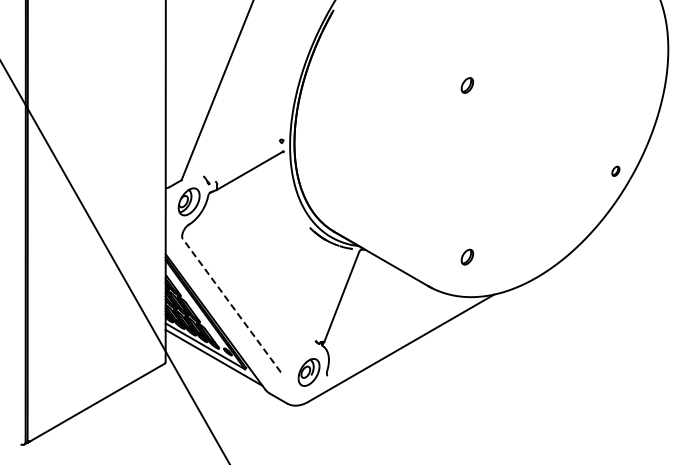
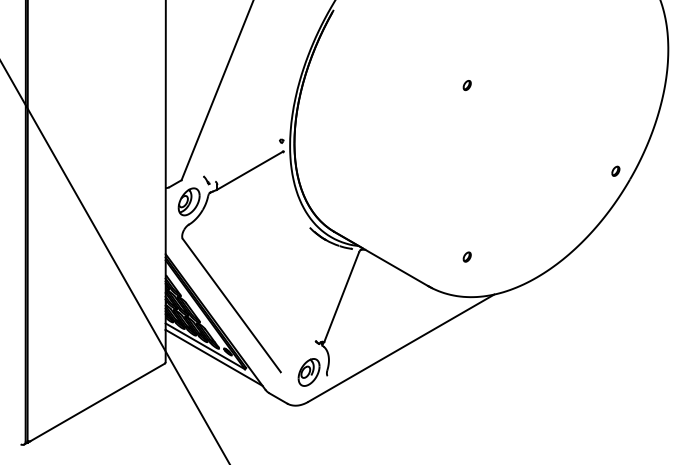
part at (466, 85) size: 14x17 px -> 10x11 px
part at (466, 256) size: 14x18 px -> 10x12 px
line at (231, 305): dashed -> solid
